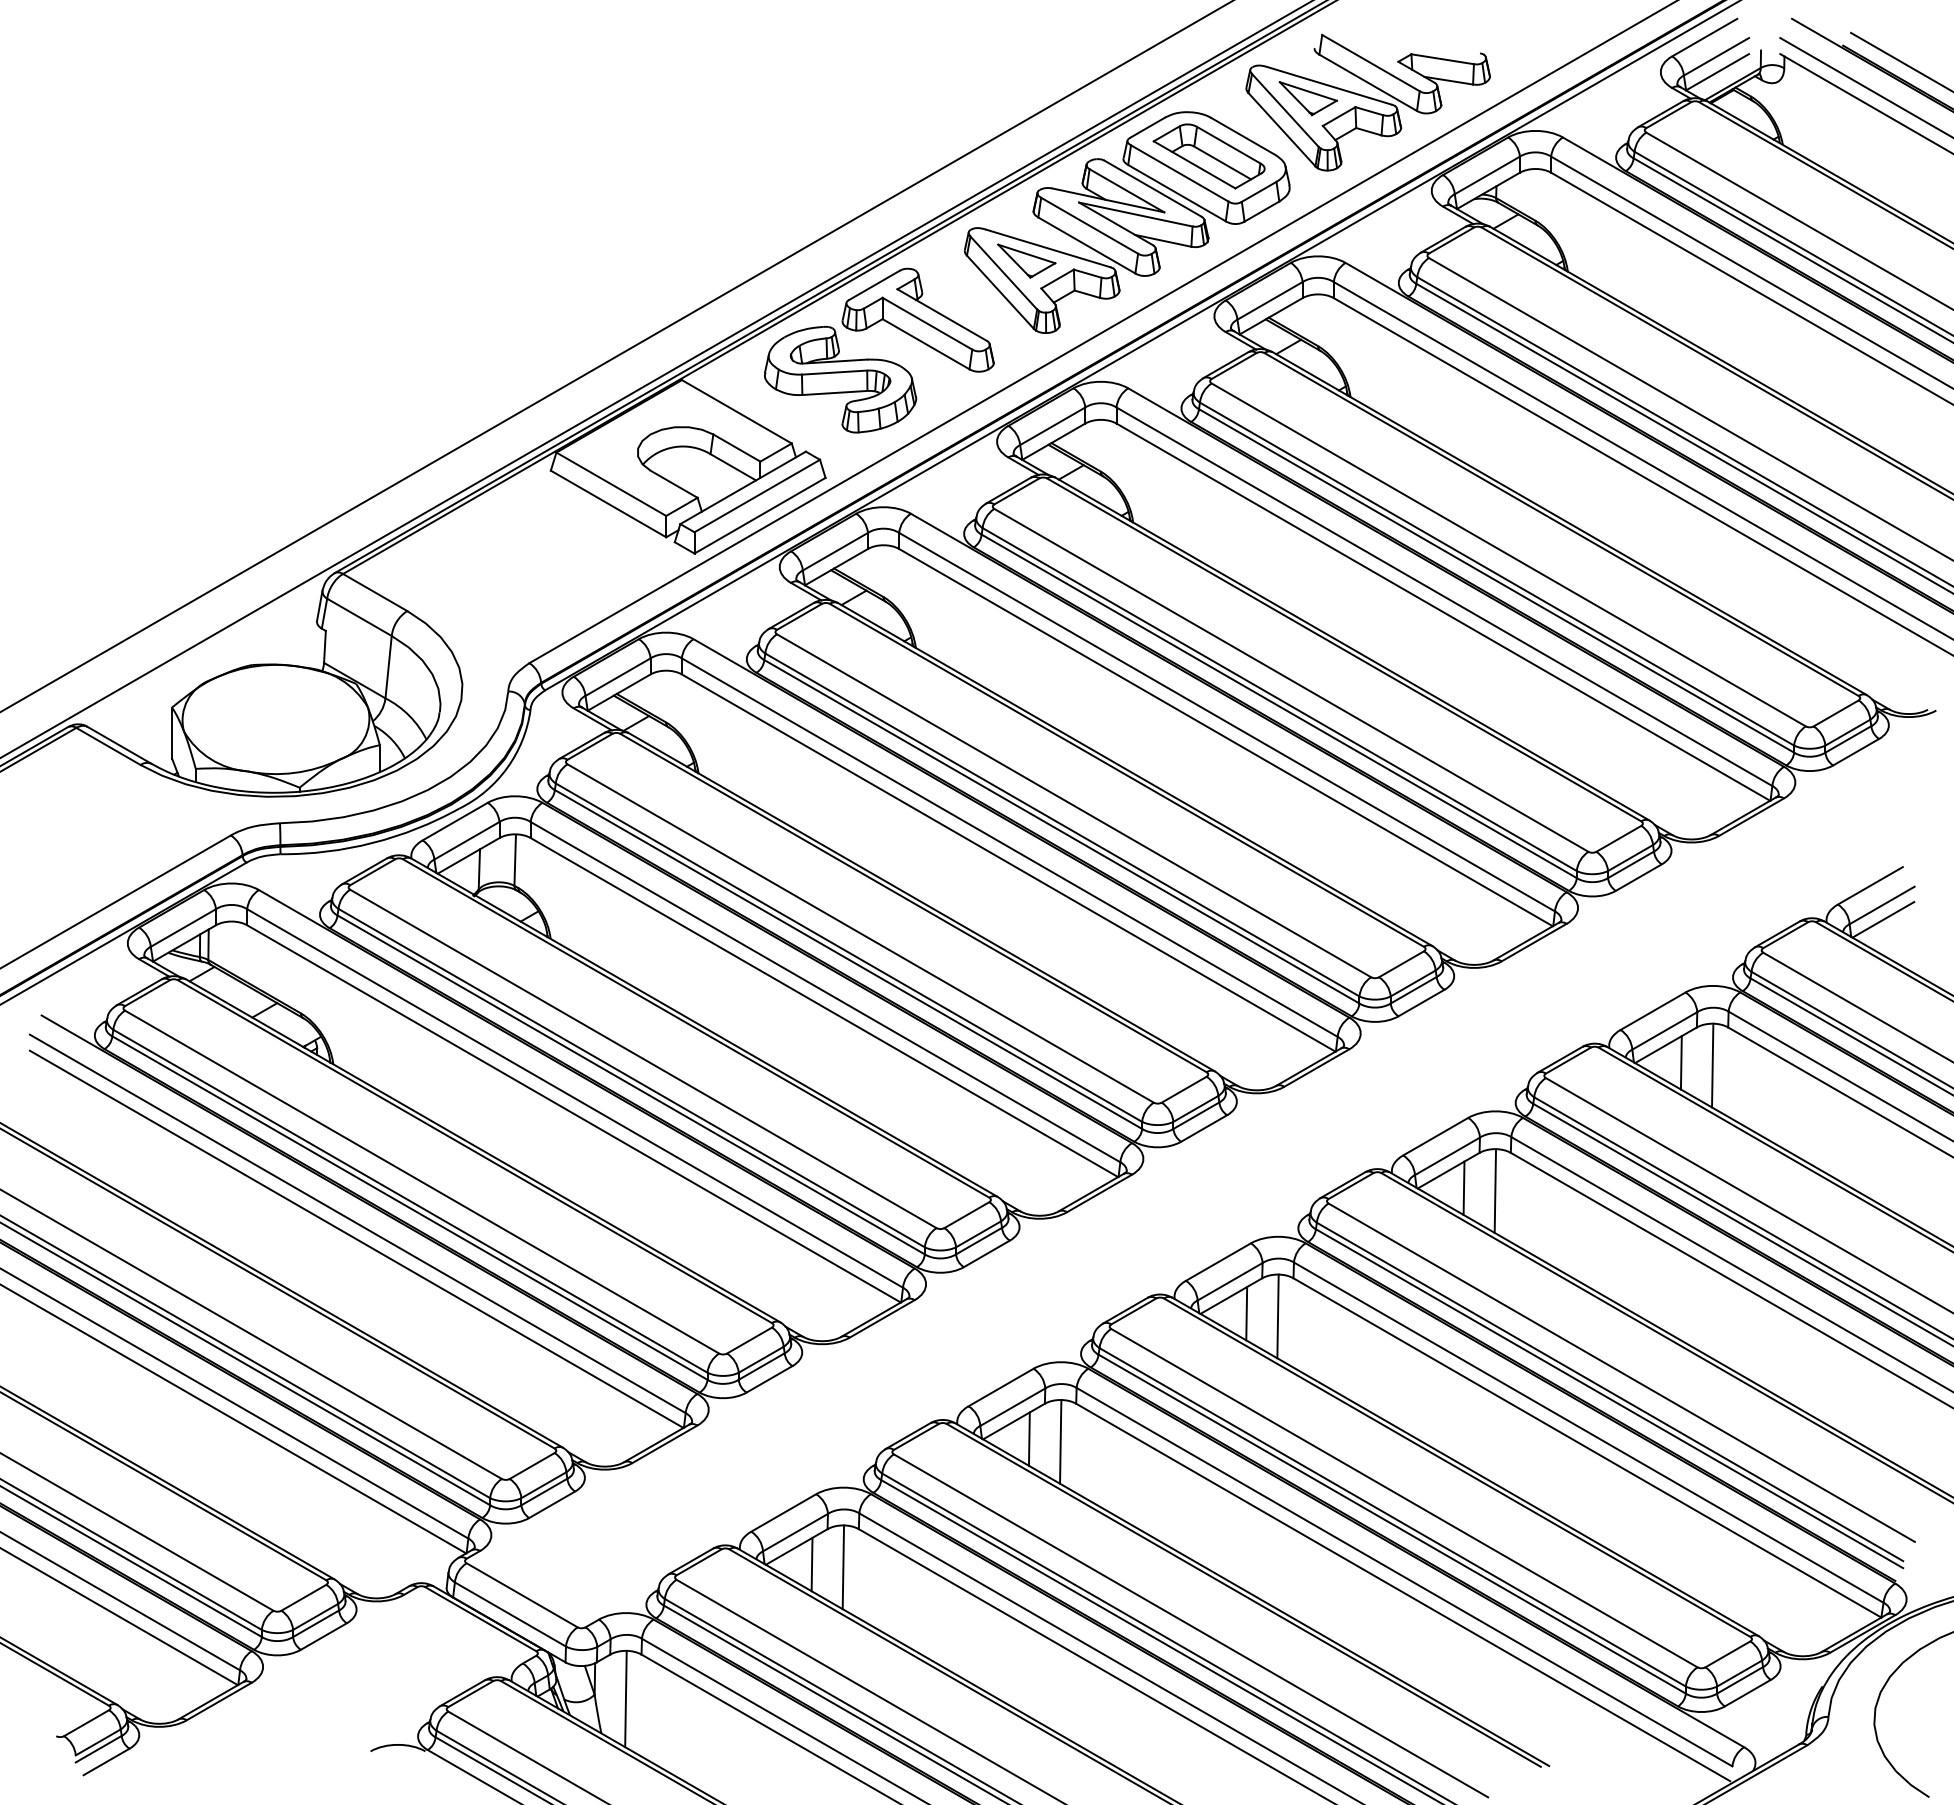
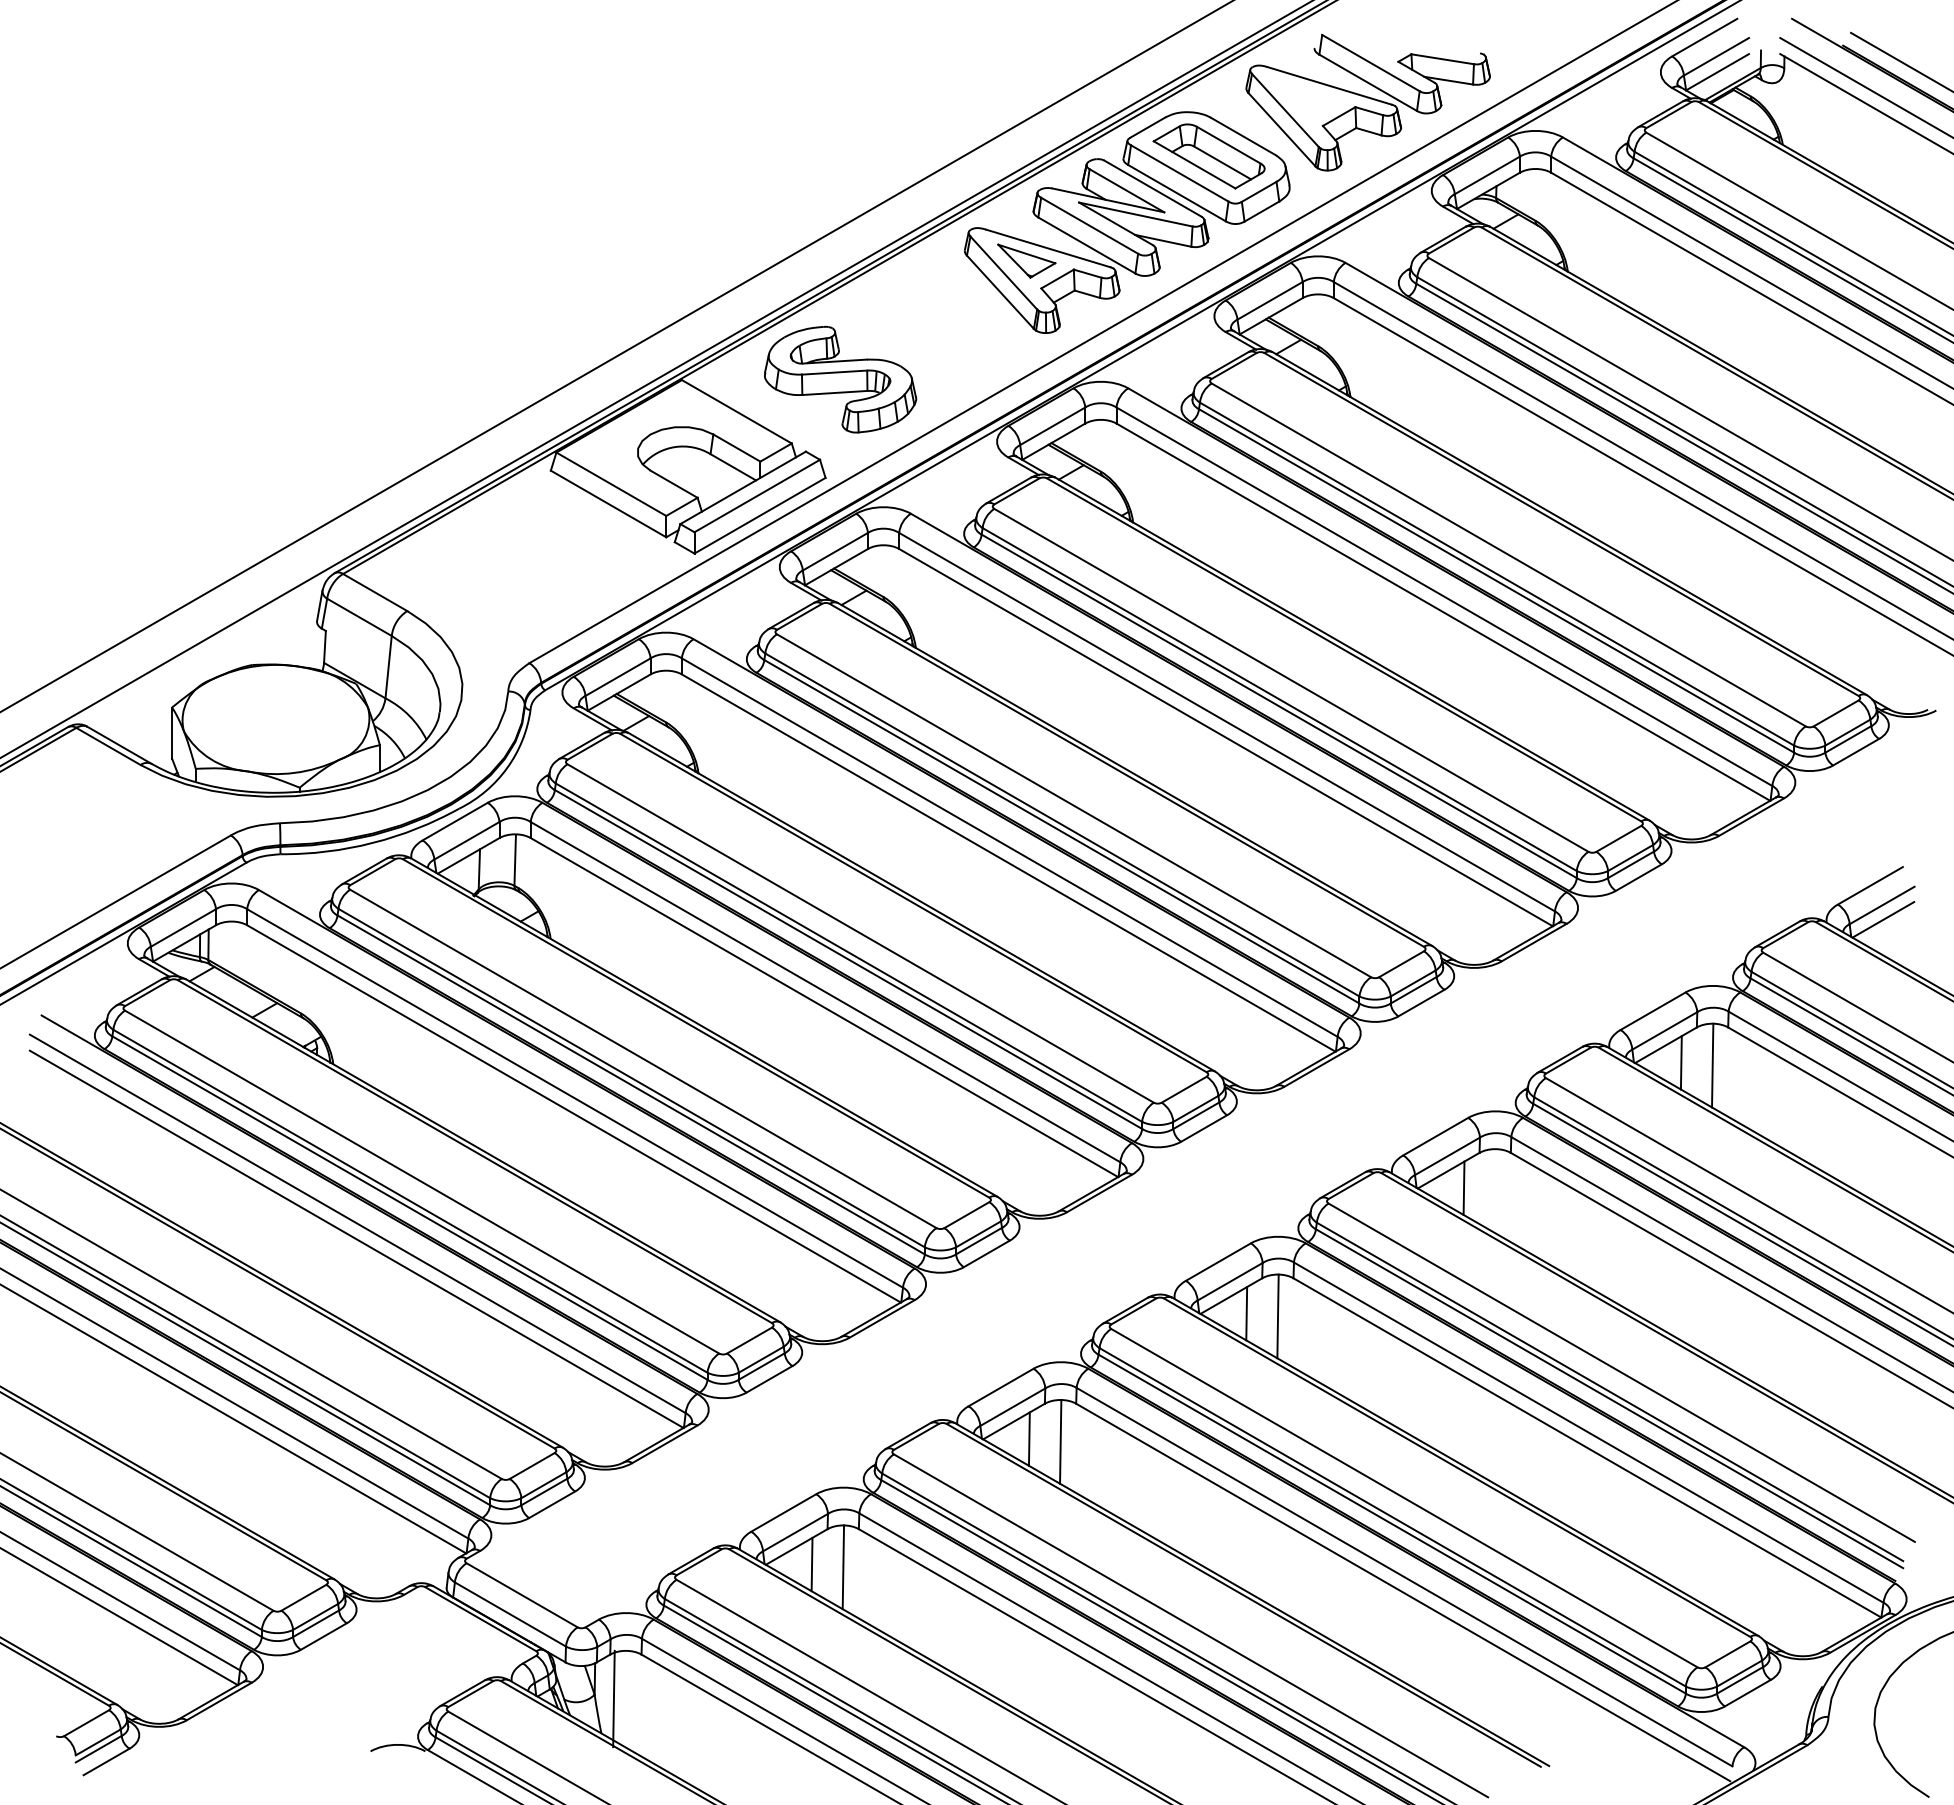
part at (1307, 98): present -> none
part at (917, 319): present -> none
line at (1495, 1190): present -> none
line at (625, 1698) position: (625, 1698) -> (613, 1698)
